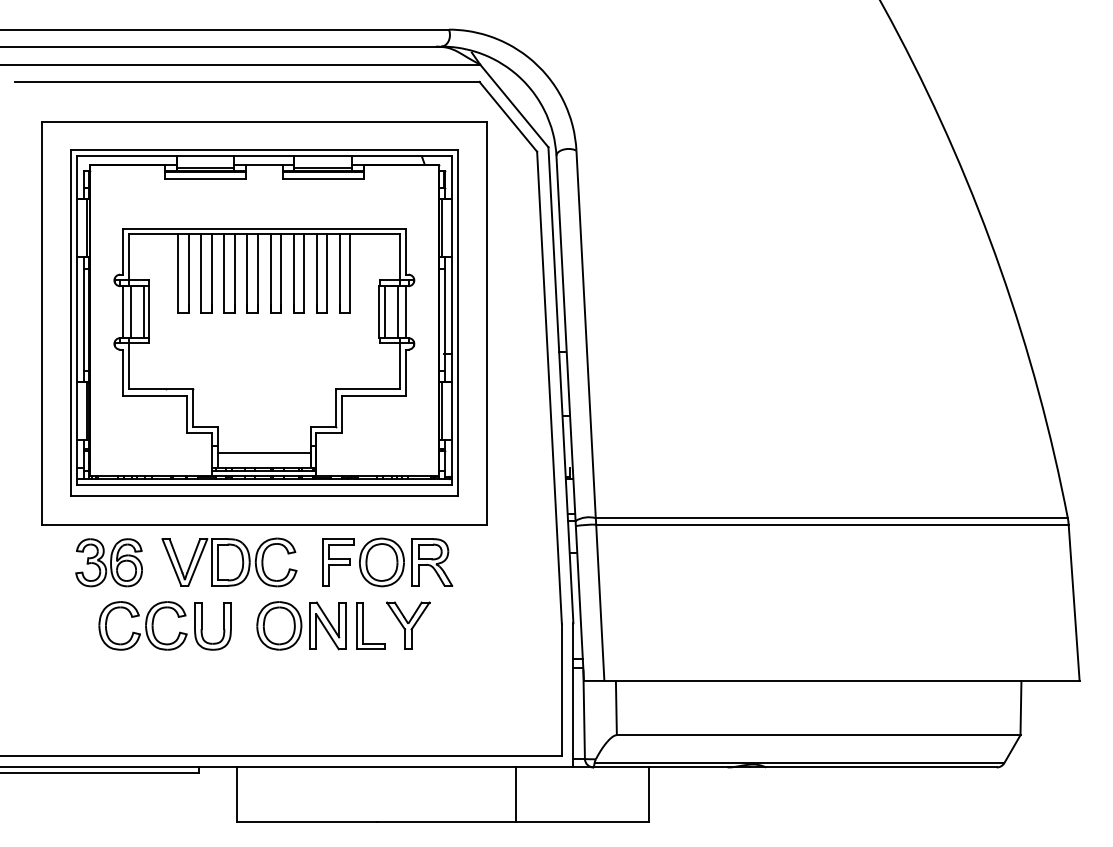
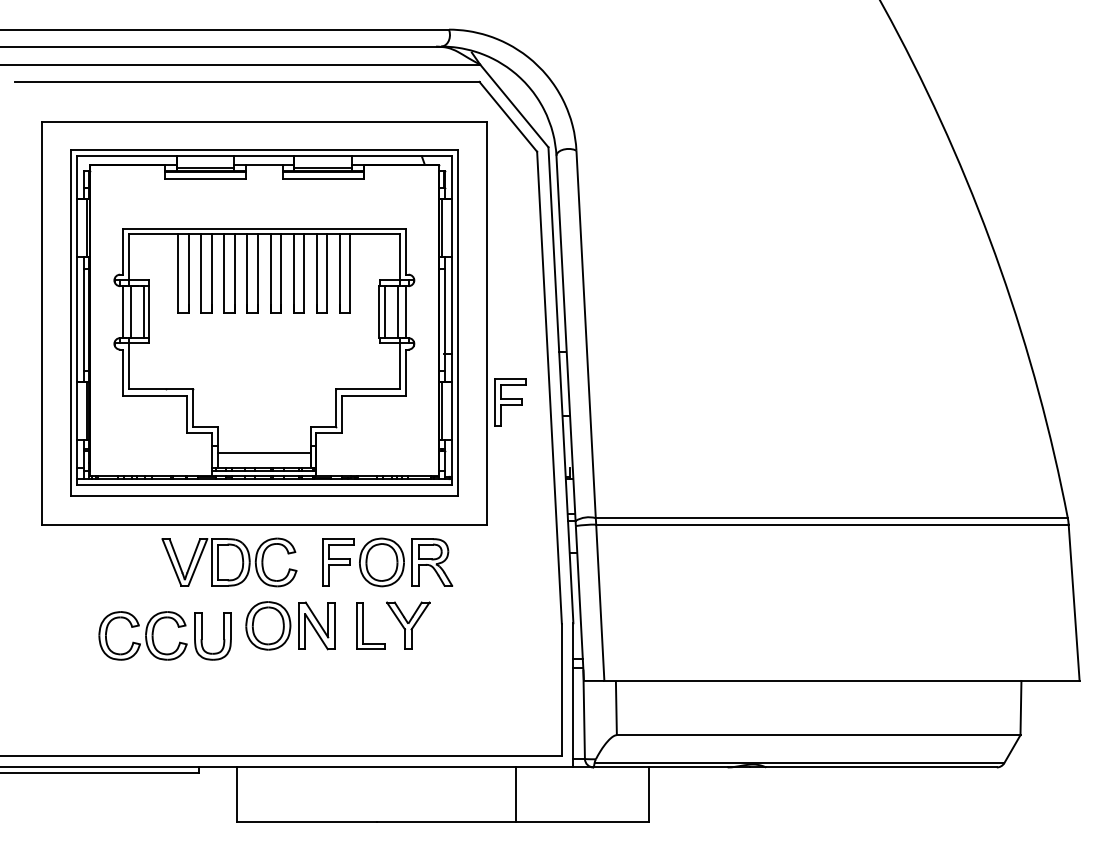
part at (510, 402): none -> present
part at (108, 562): present -> none
part at (153, 625) position: (153, 625) -> (153, 635)
part at (301, 625) position: (301, 625) -> (290, 625)
